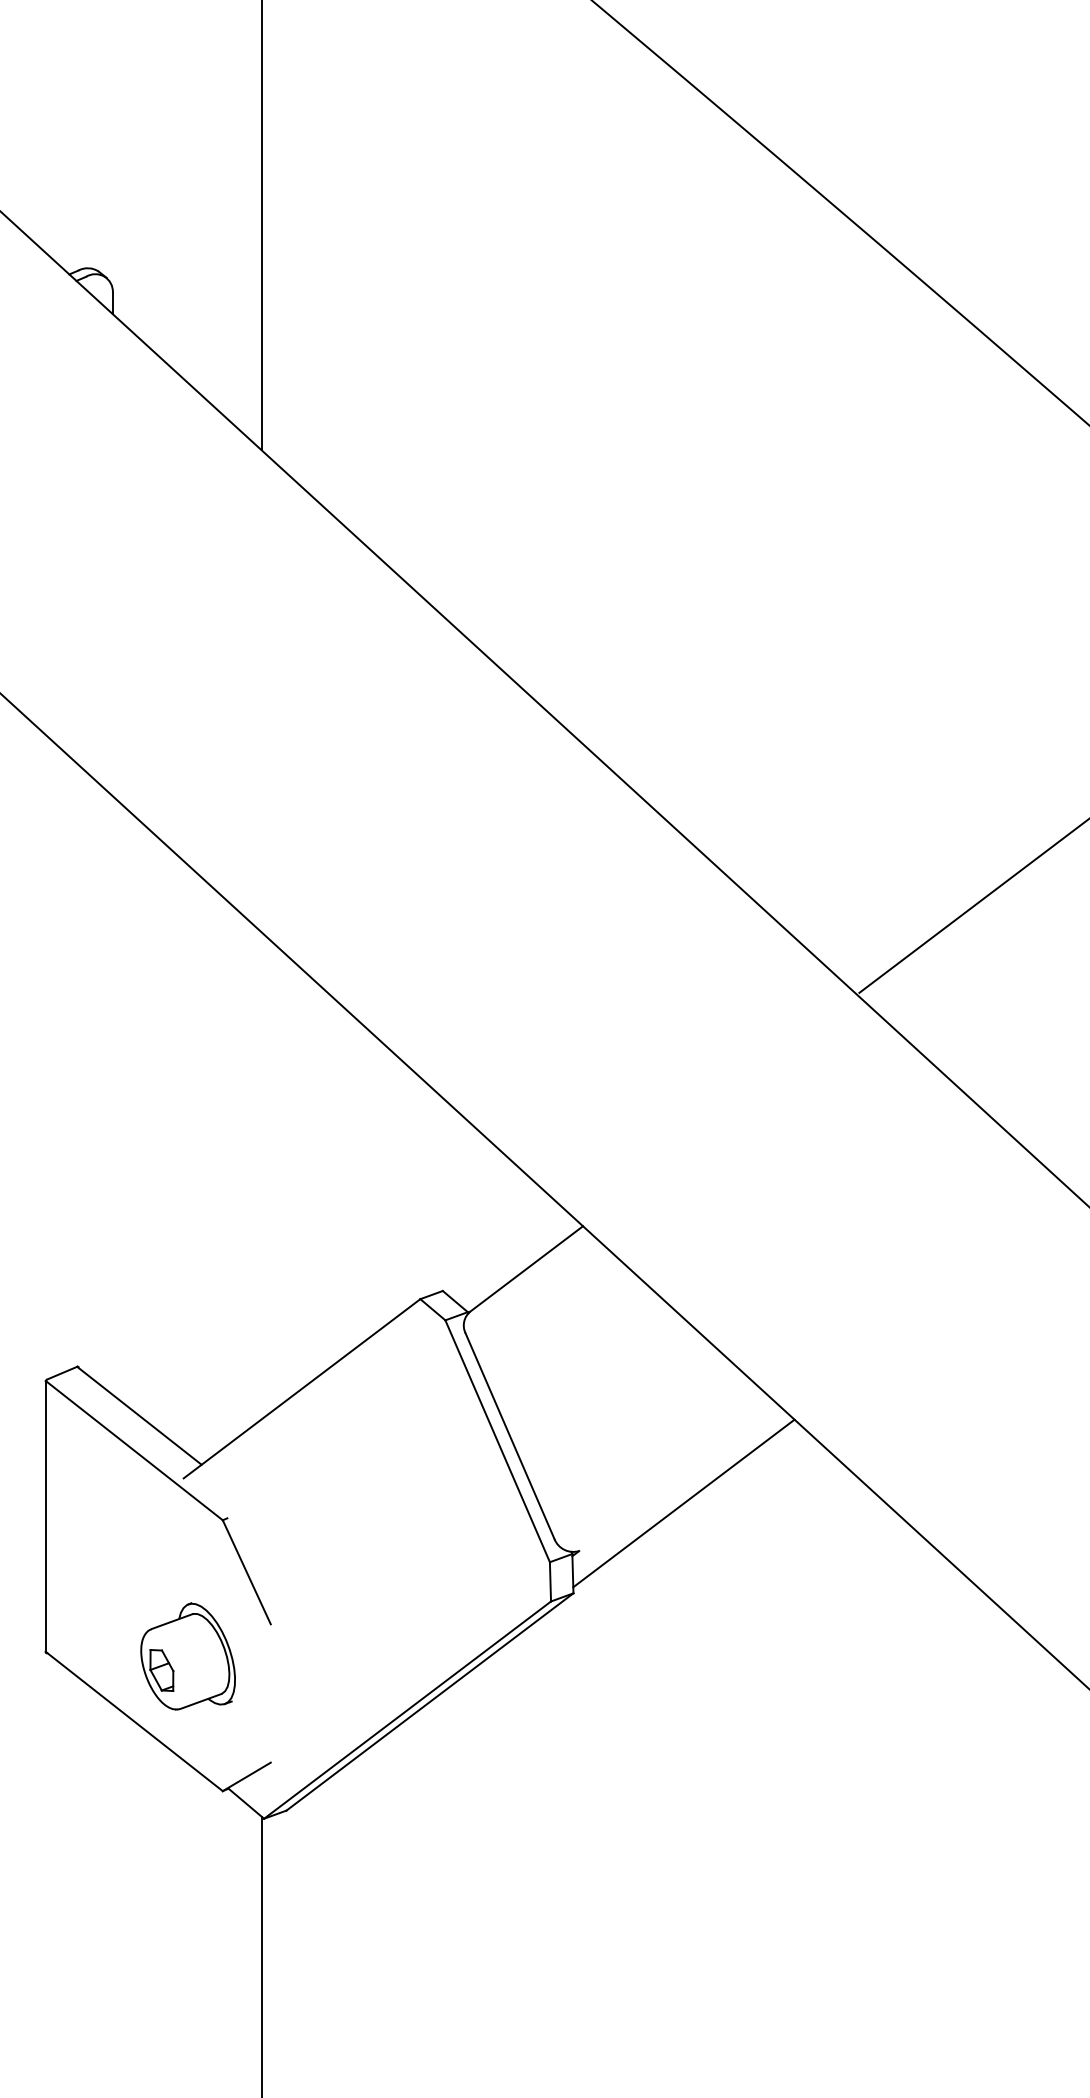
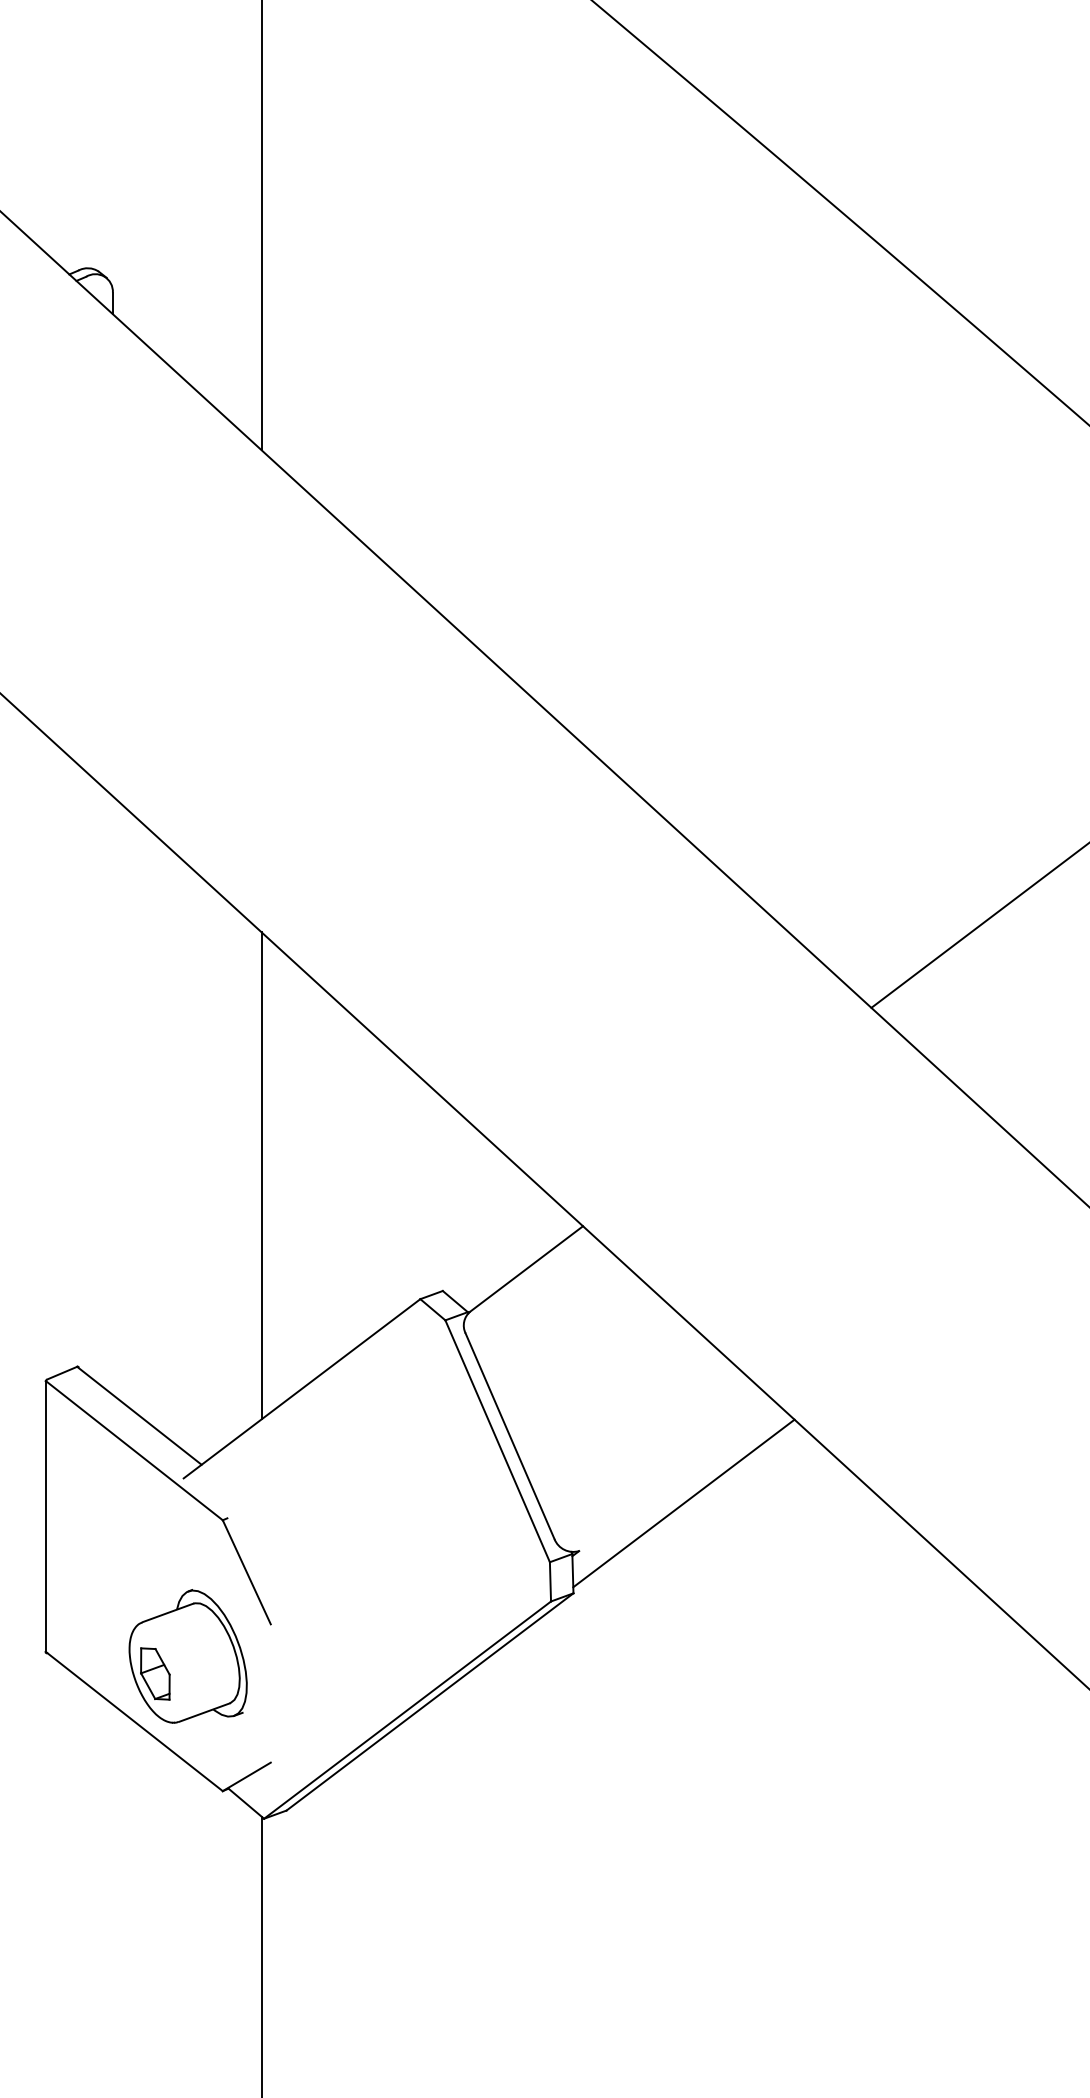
line at (972, 906) position: (972, 906) -> (978, 925)
line at (261, 1175): none -> present
part at (187, 1656) size: 96x109 px -> 120x135 px
